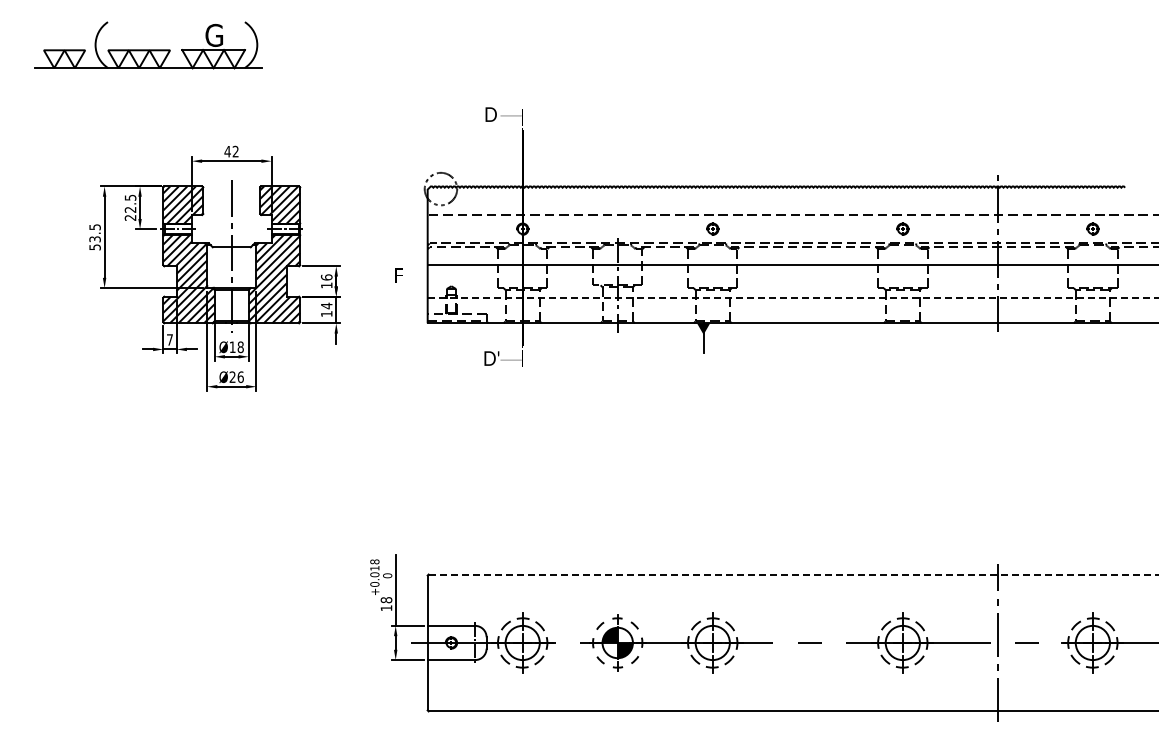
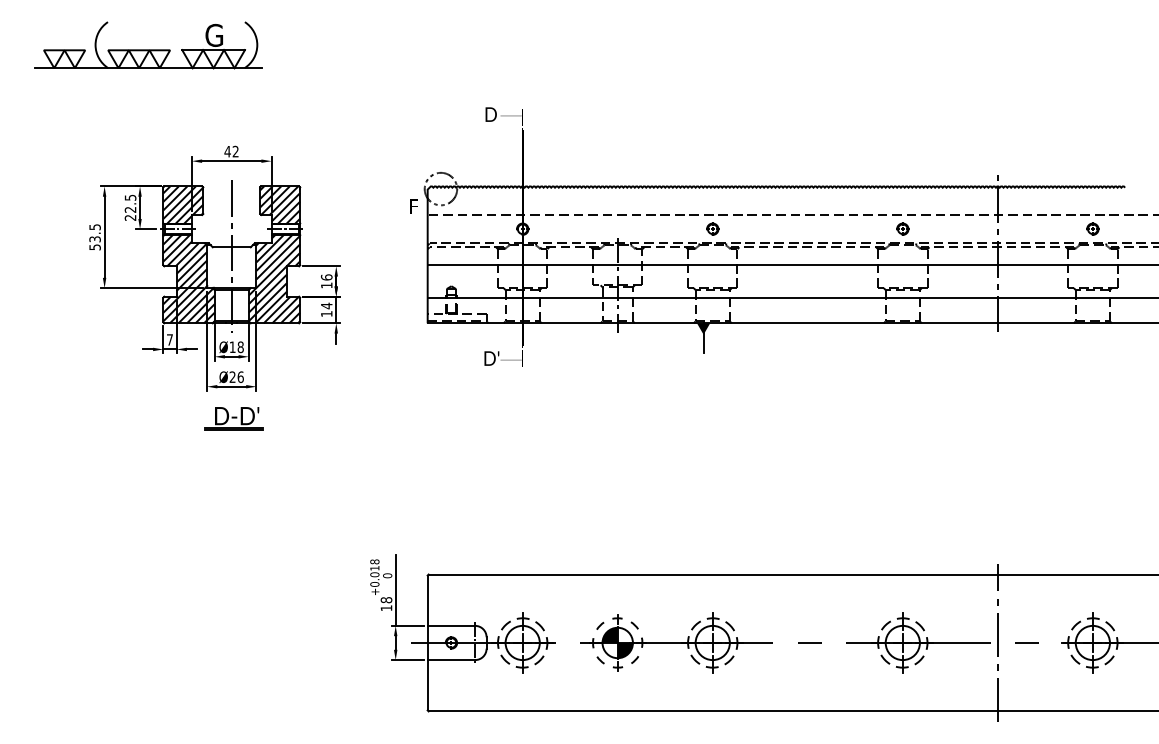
text at (398, 275) position: (398, 275) -> (413, 206)
line at (792, 297): dashed -> solid
part at (233, 418): none -> present
line at (793, 574): dashed -> solid
